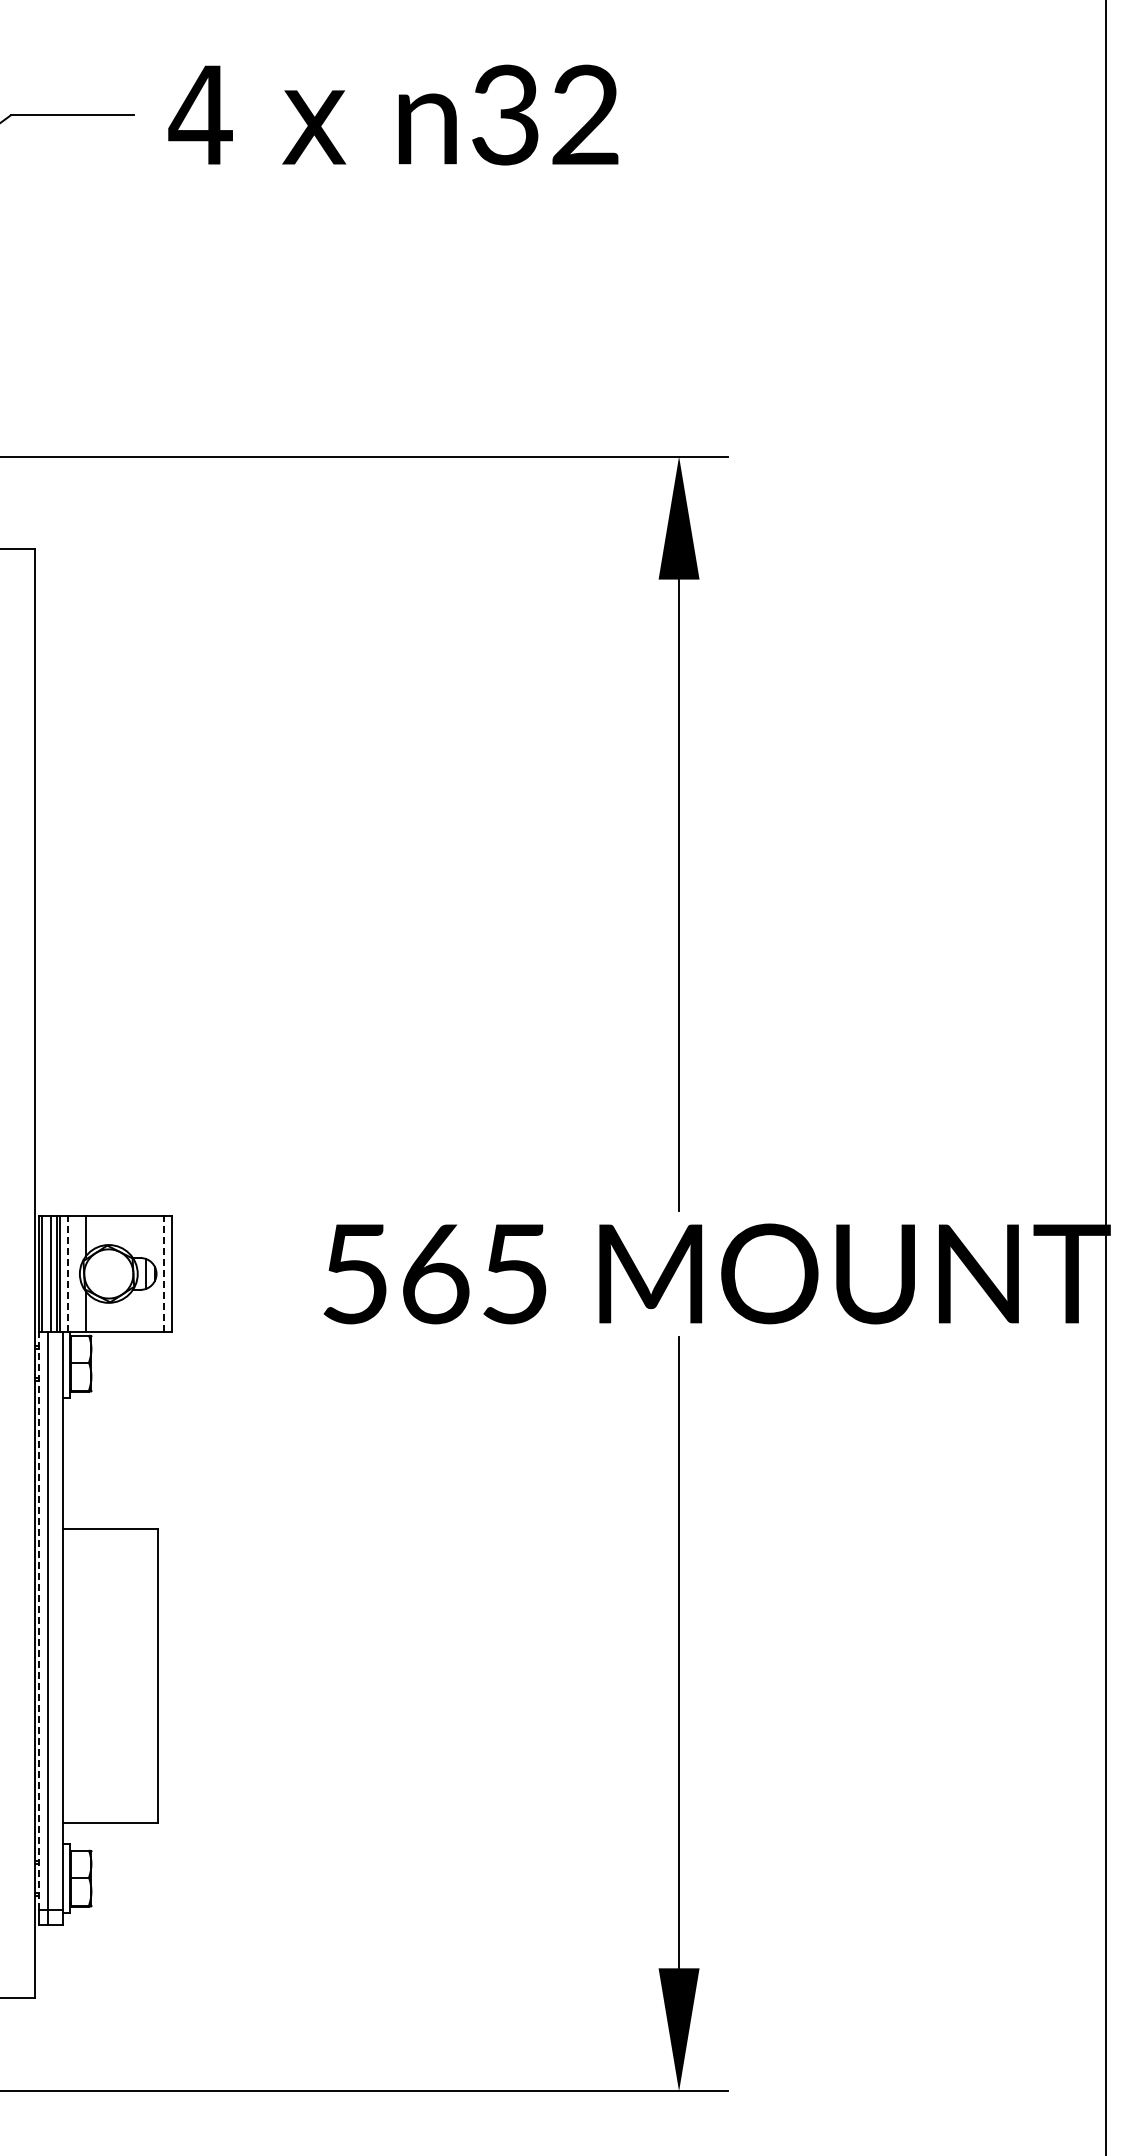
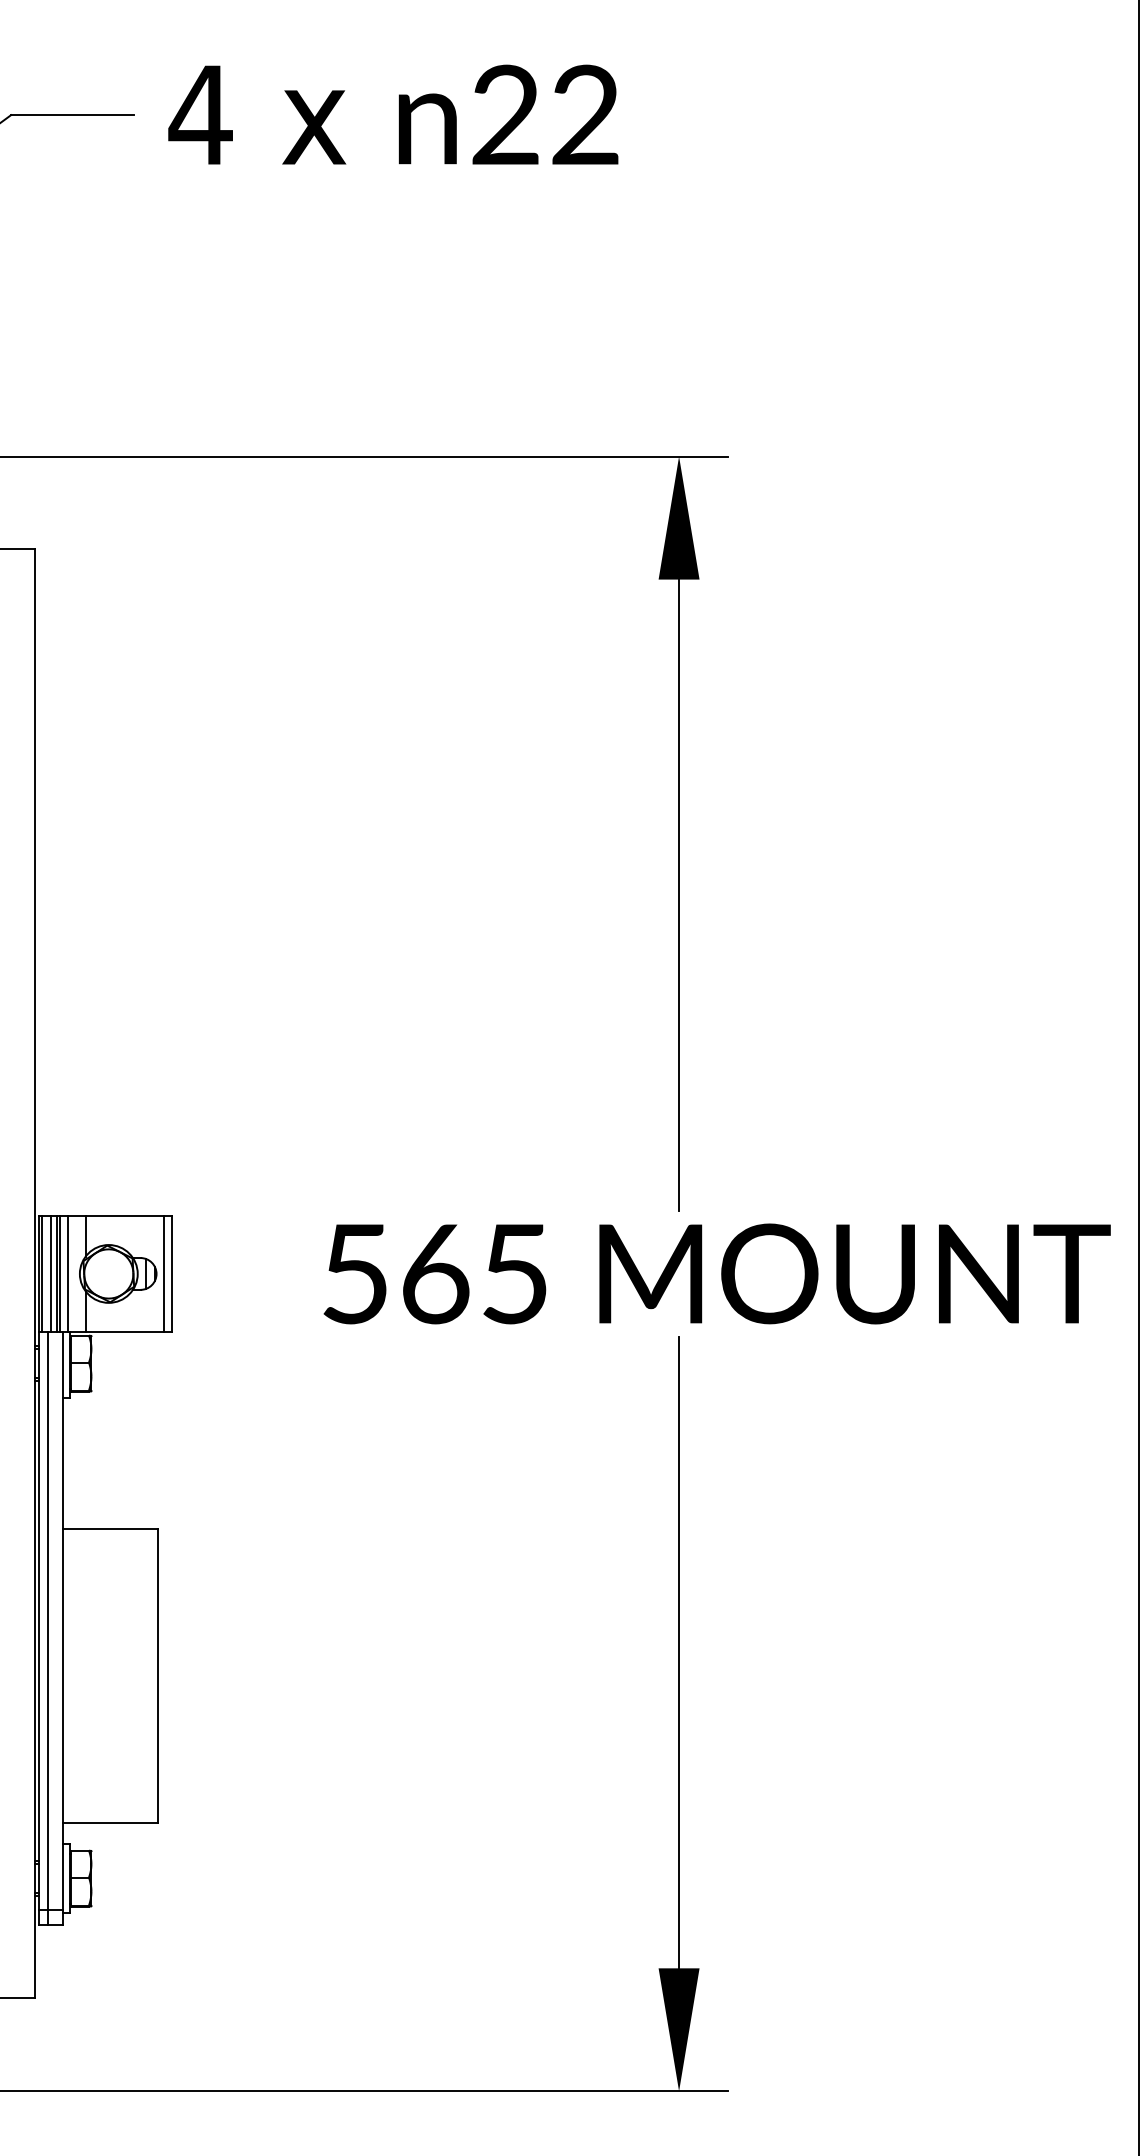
text at (505, 115): 32 -> 22
line at (1105, 1077) position: (1105, 1077) -> (1138, 1077)
line at (68, 1273): dashed -> solid
line at (163, 1273): dashed -> solid
line at (39, 1620): dashed -> solid
